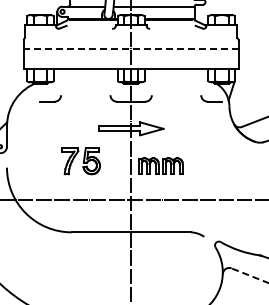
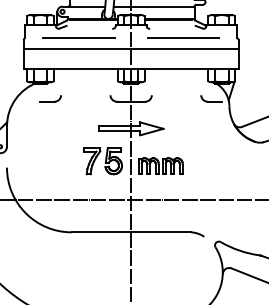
line at (78, 37): none -> present
line at (183, 37): none -> present
line at (130, 49): dashed -> solid
part at (80, 161) position: (80, 161) -> (102, 161)
line at (250, 275): dashed -> solid
